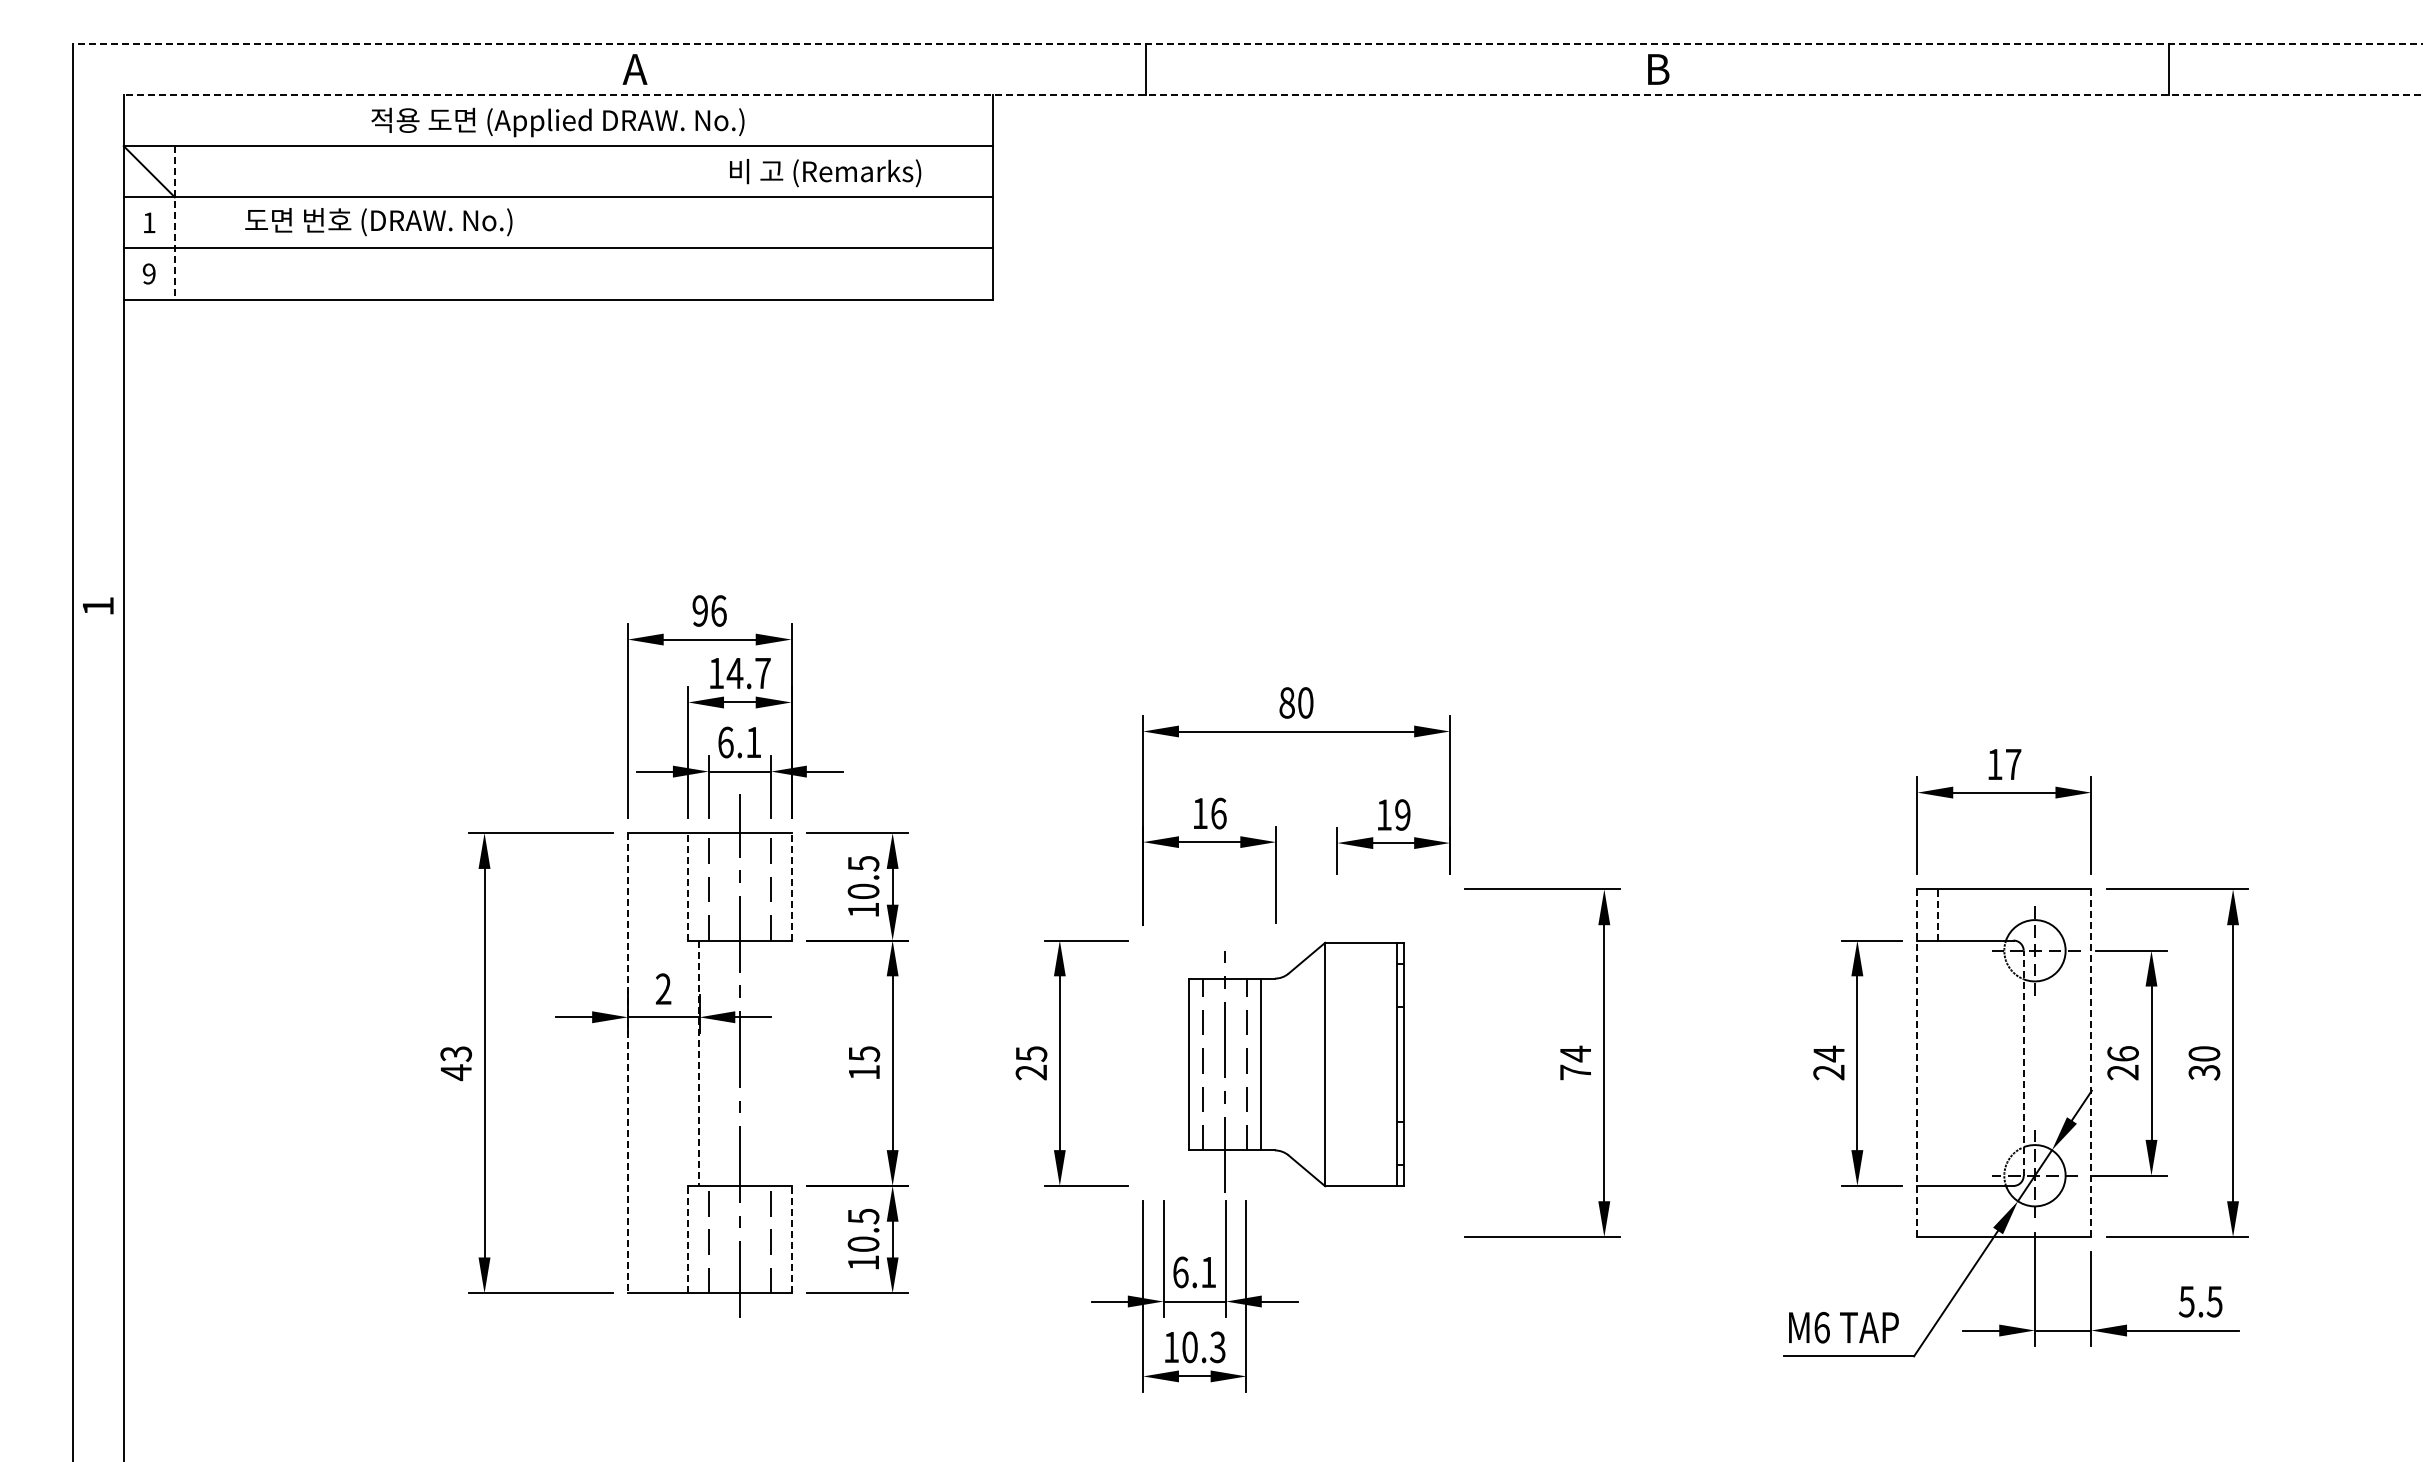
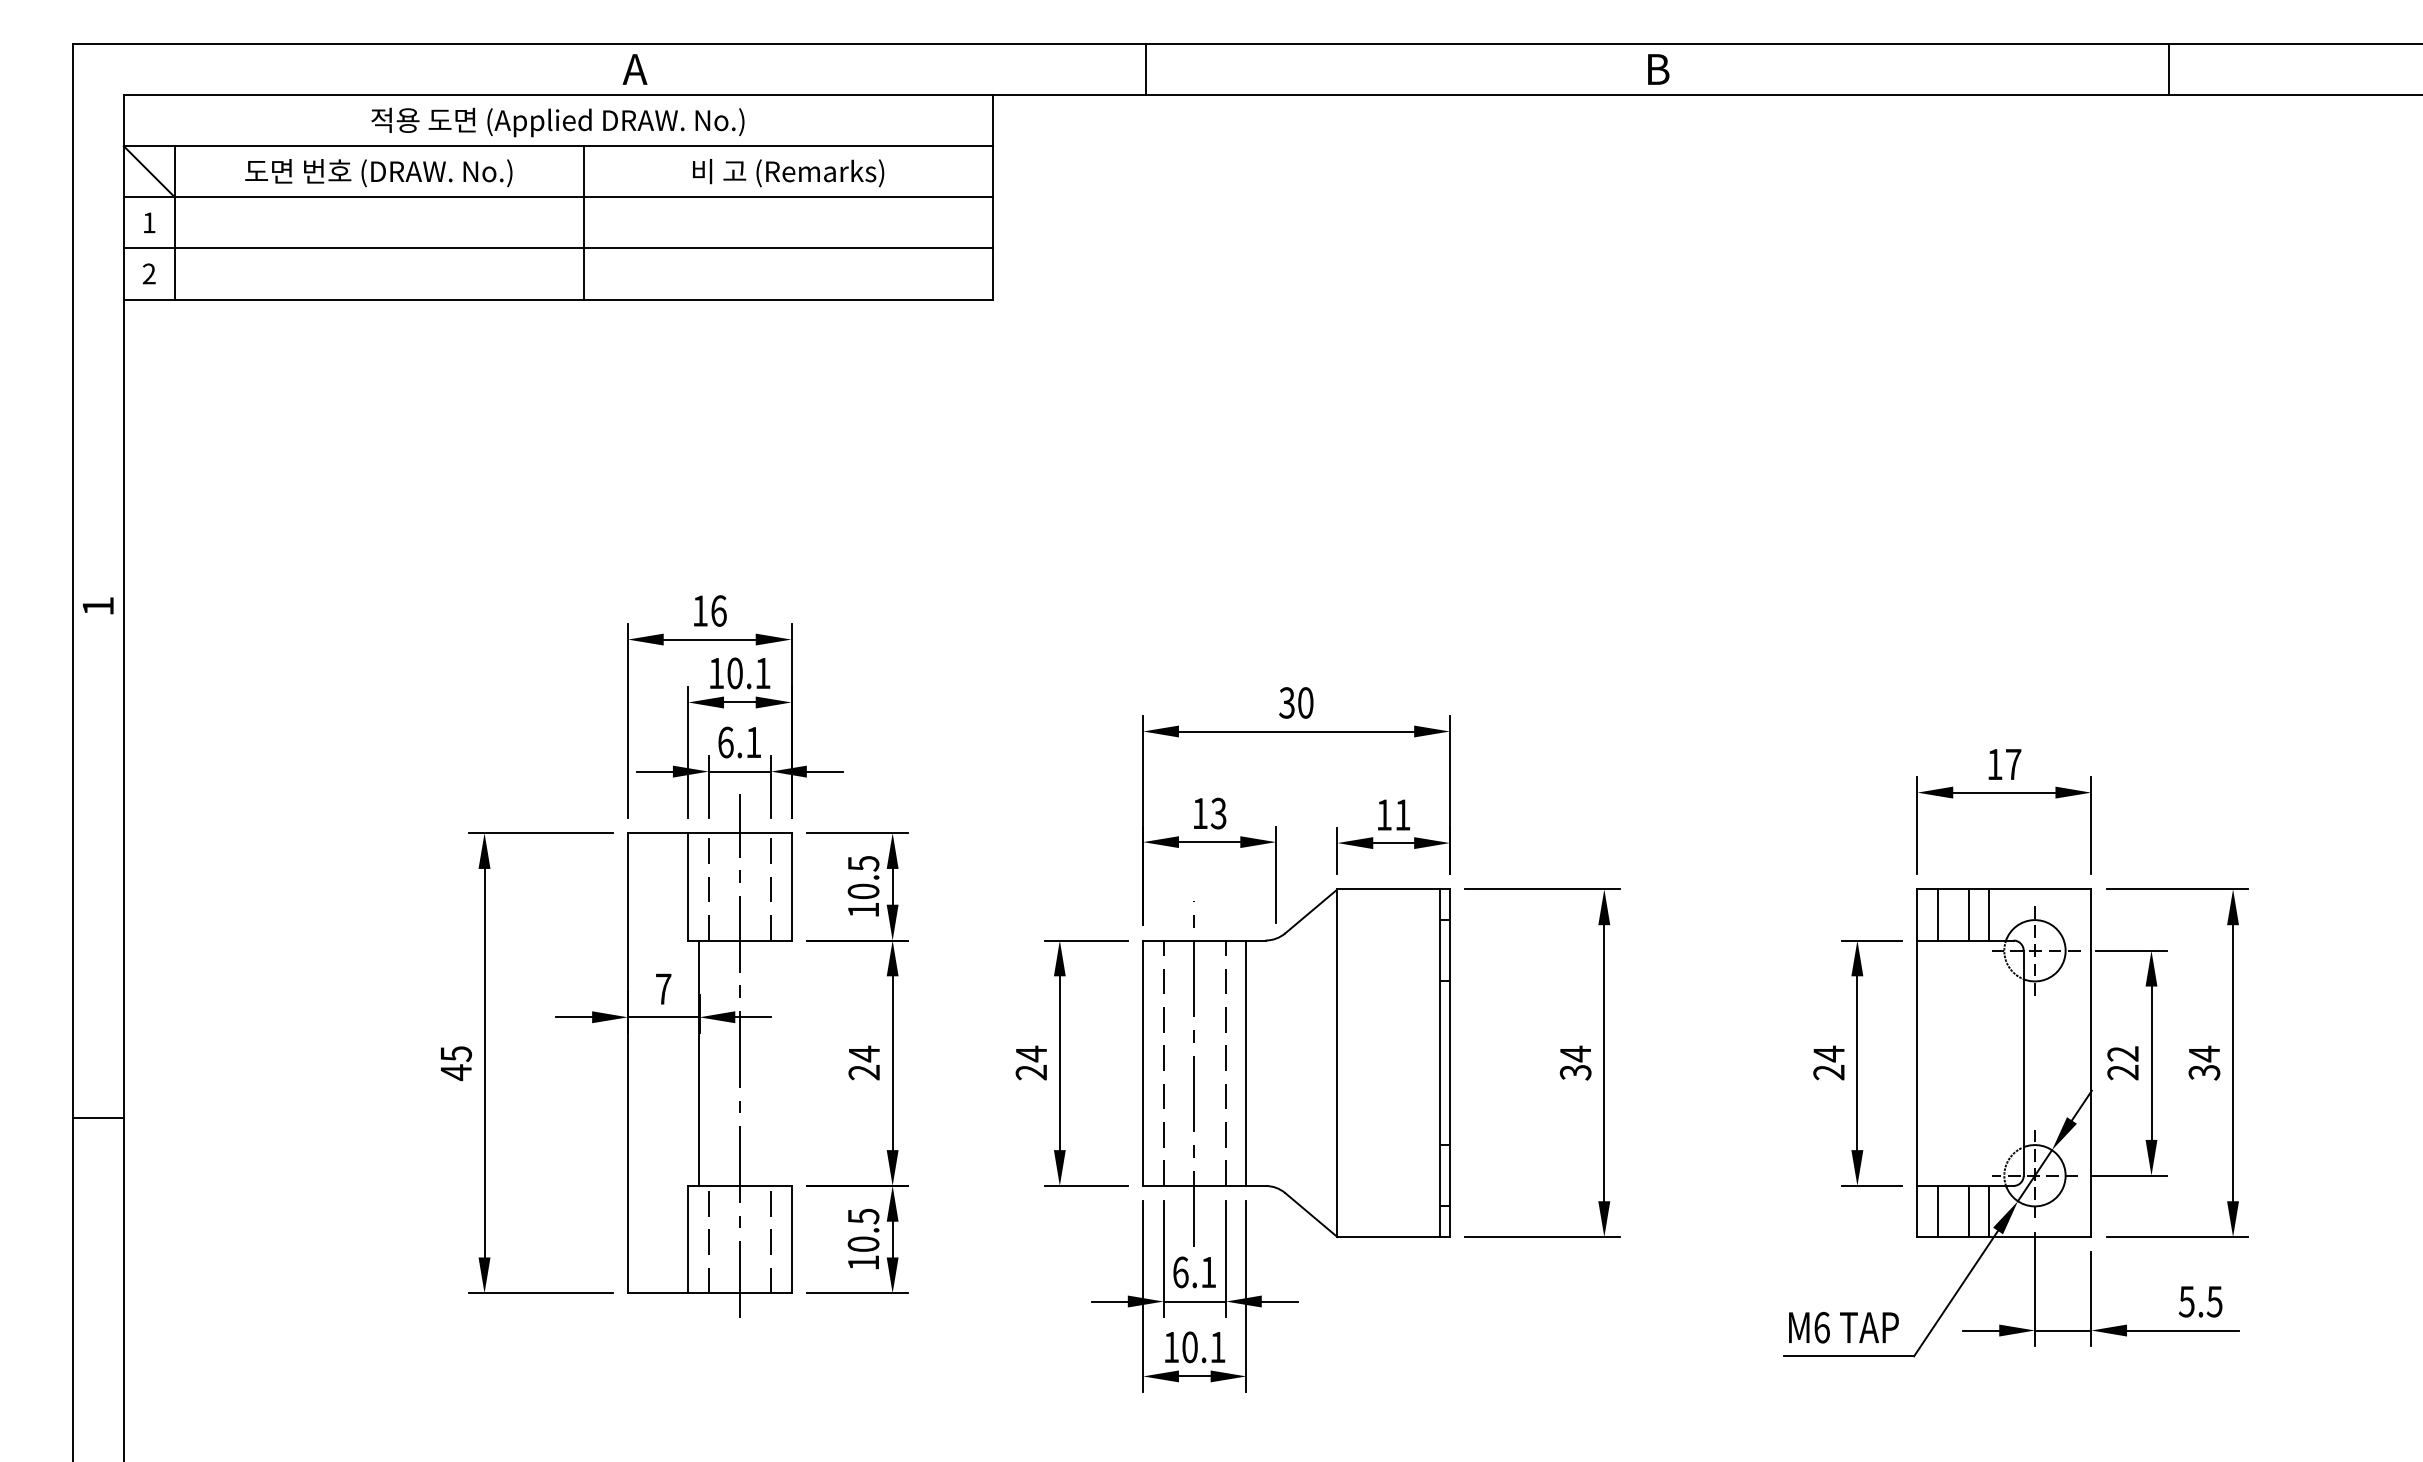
line at (1247, 43): dashed -> solid
line at (1272, 95): dashed -> solid
text at (825, 173) position: (825, 173) -> (788, 173)
line at (174, 222): dashed -> solid
text at (378, 222) position: (378, 222) -> (378, 173)
line at (583, 222): none -> present
text at (148, 273): 9 -> 2
text at (699, 610): 96 -> 16
text at (748, 673): 14.7 -> 10.1
text at (1286, 702): 80 -> 30
text at (1218, 813): 16 -> 13
text at (1402, 814): 19 -> 11
line at (688, 886): dashed -> solid
line at (791, 886): dashed -> solid
line at (1937, 914): dashed -> solid
line at (1968, 914): none -> present
line at (1988, 914): none -> present
text at (663, 988): 2 -> 7
text at (455, 1053): 43 -> 45
text at (1031, 1053): 25 -> 24
text at (2122, 1053): 26 -> 22
text at (2204, 1053): 30 -> 34
text at (864, 1062): 15 -> 24
line at (2023, 1062): dashed -> solid
line at (627, 1063): dashed -> solid
line at (699, 1063): dashed -> solid
line at (1917, 1063): dashed -> solid
line at (2091, 1063): dashed -> solid
part at (1296, 1066) size: 217x252 px -> 309x359 px
text at (1575, 1072): 74 -> 34
line at (97, 1117): none -> present
line at (1937, 1211): none -> present
line at (1968, 1211): none -> present
line at (1988, 1211): none -> present
line at (688, 1239): dashed -> solid
line at (791, 1239): dashed -> solid
text at (1217, 1347): 10.3 -> 10.1
